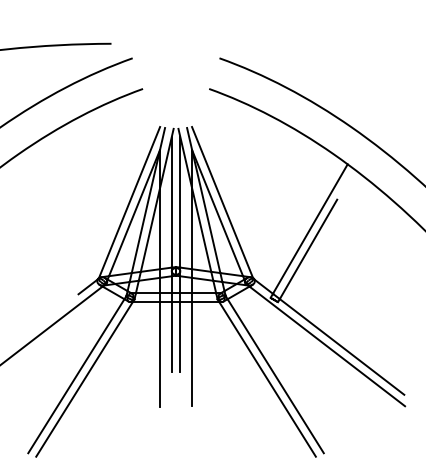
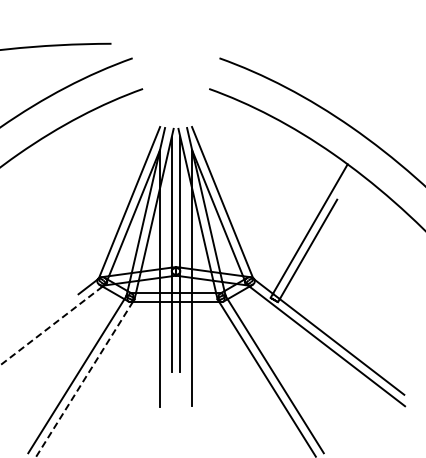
line at (51, 326): solid -> dashed
line at (84, 378): solid -> dashed
